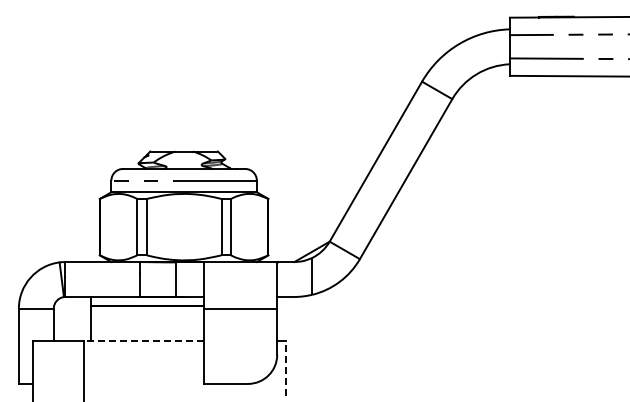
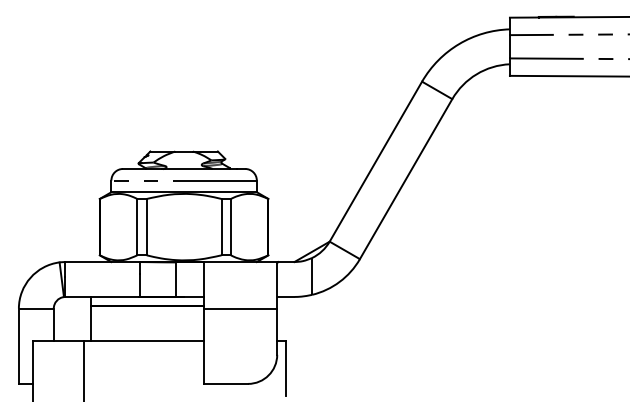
line at (143, 341): dashed -> solid
line at (285, 368): dashed -> solid
